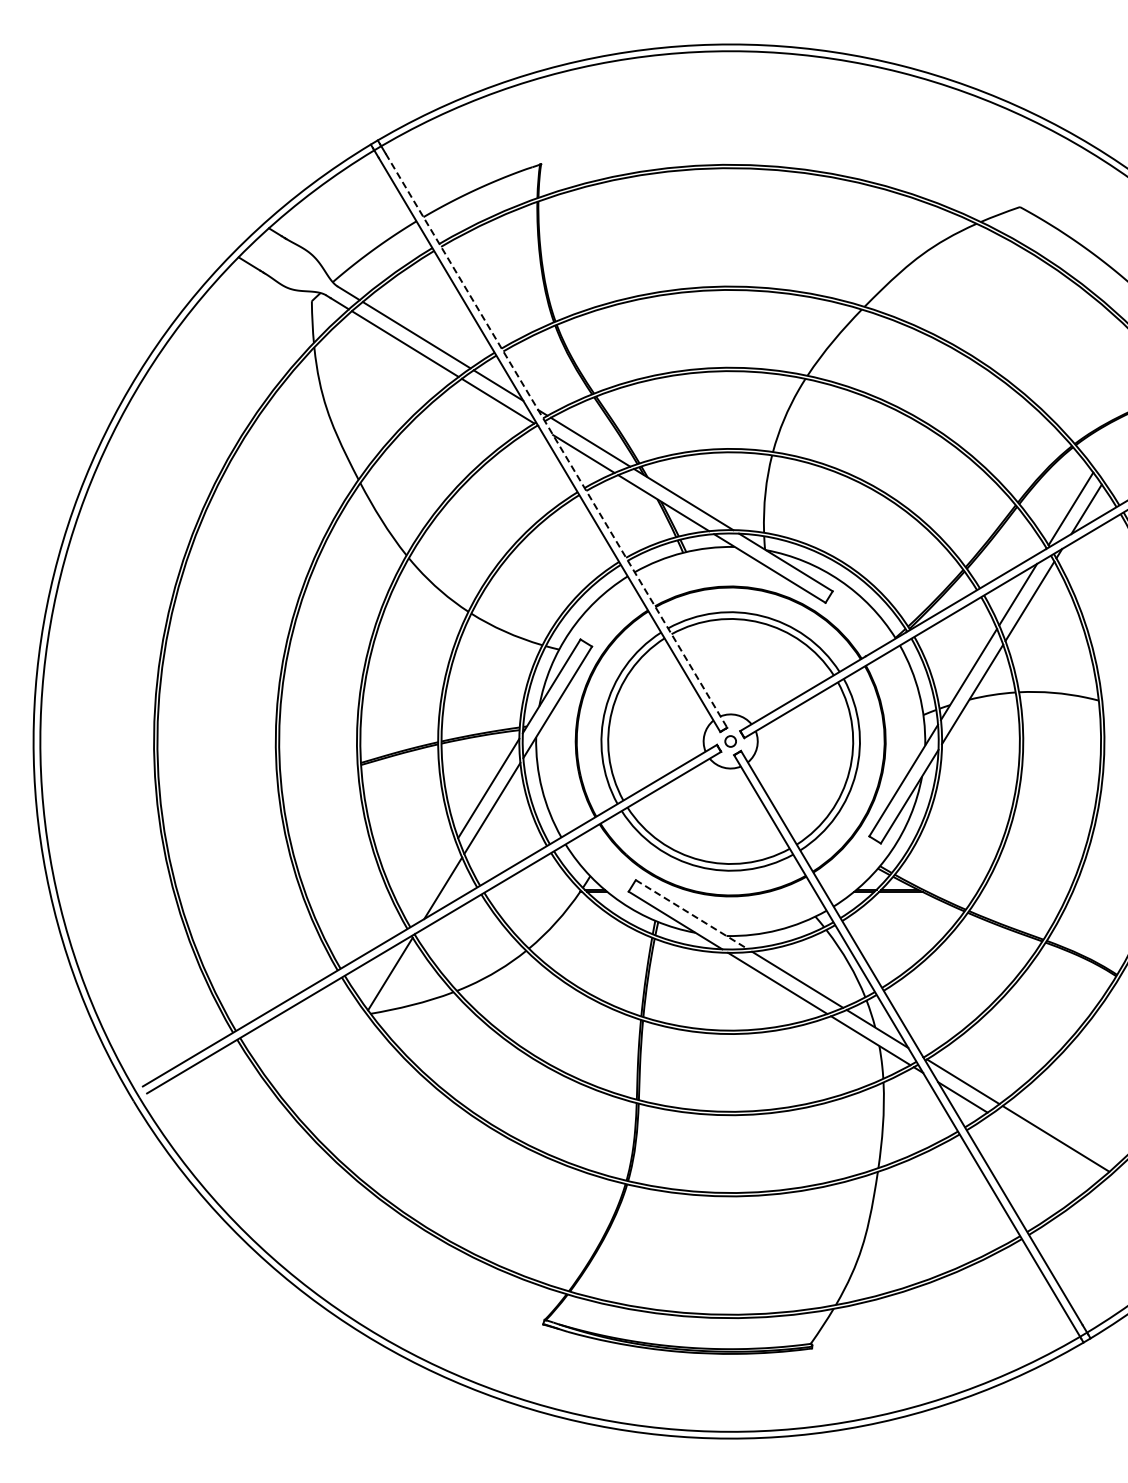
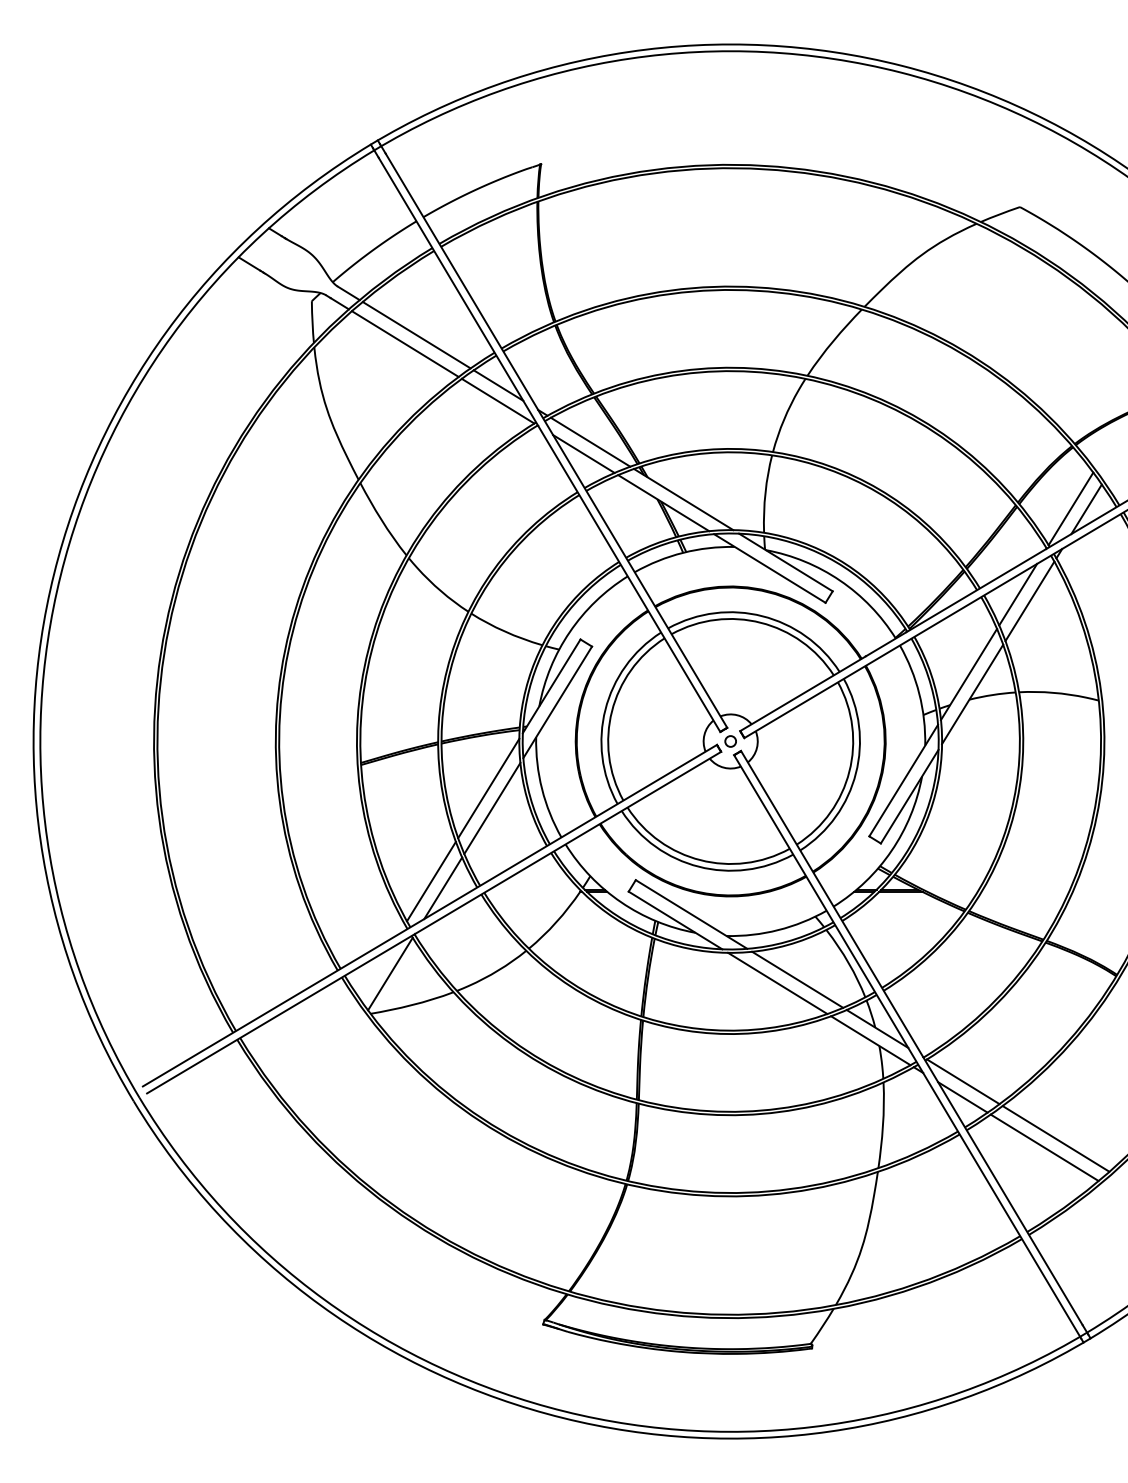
line at (556, 440): dashed -> solid
line at (431, 881): none -> present
line at (691, 914): dashed -> solid
line at (1044, 1147): none -> present
